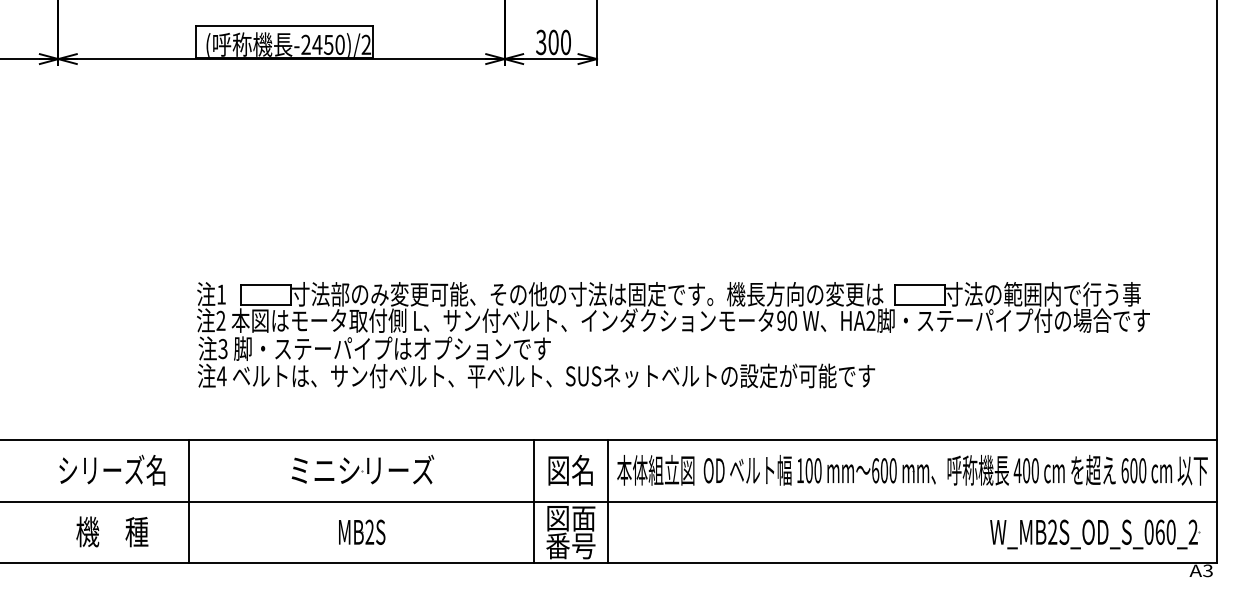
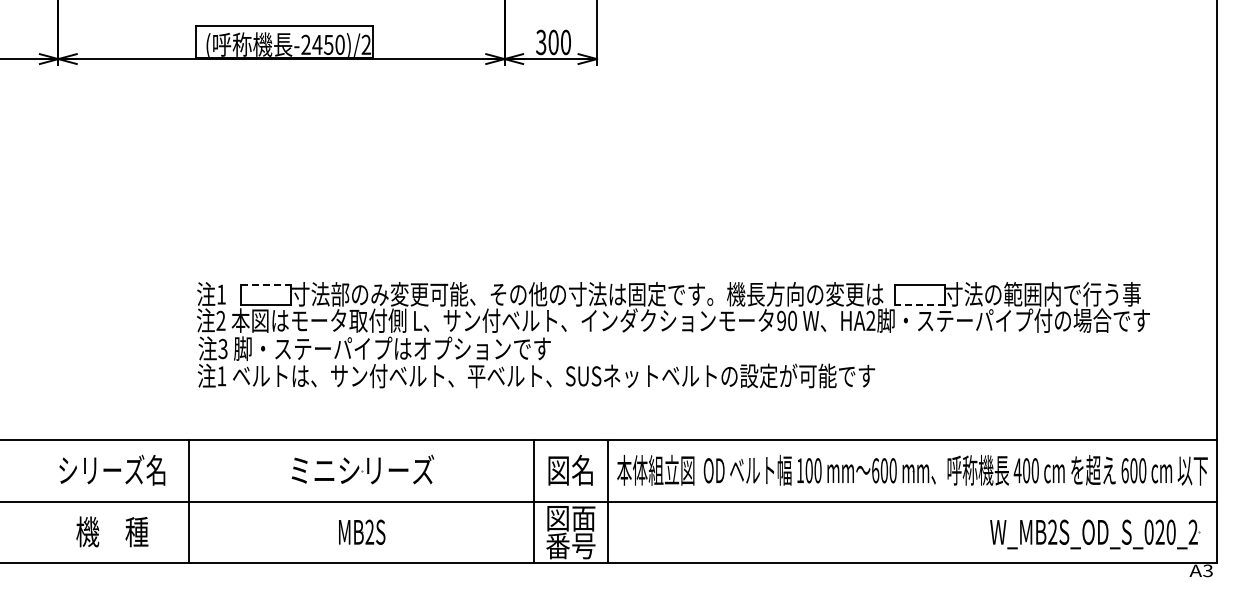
line at (266, 284): solid -> dashed
line at (919, 305): solid -> dashed
text at (221, 376): 4 -> 1
text at (1159, 531): W_MB2S_OD_S_060_2 -> W_MB2S_OD_S_020_2
